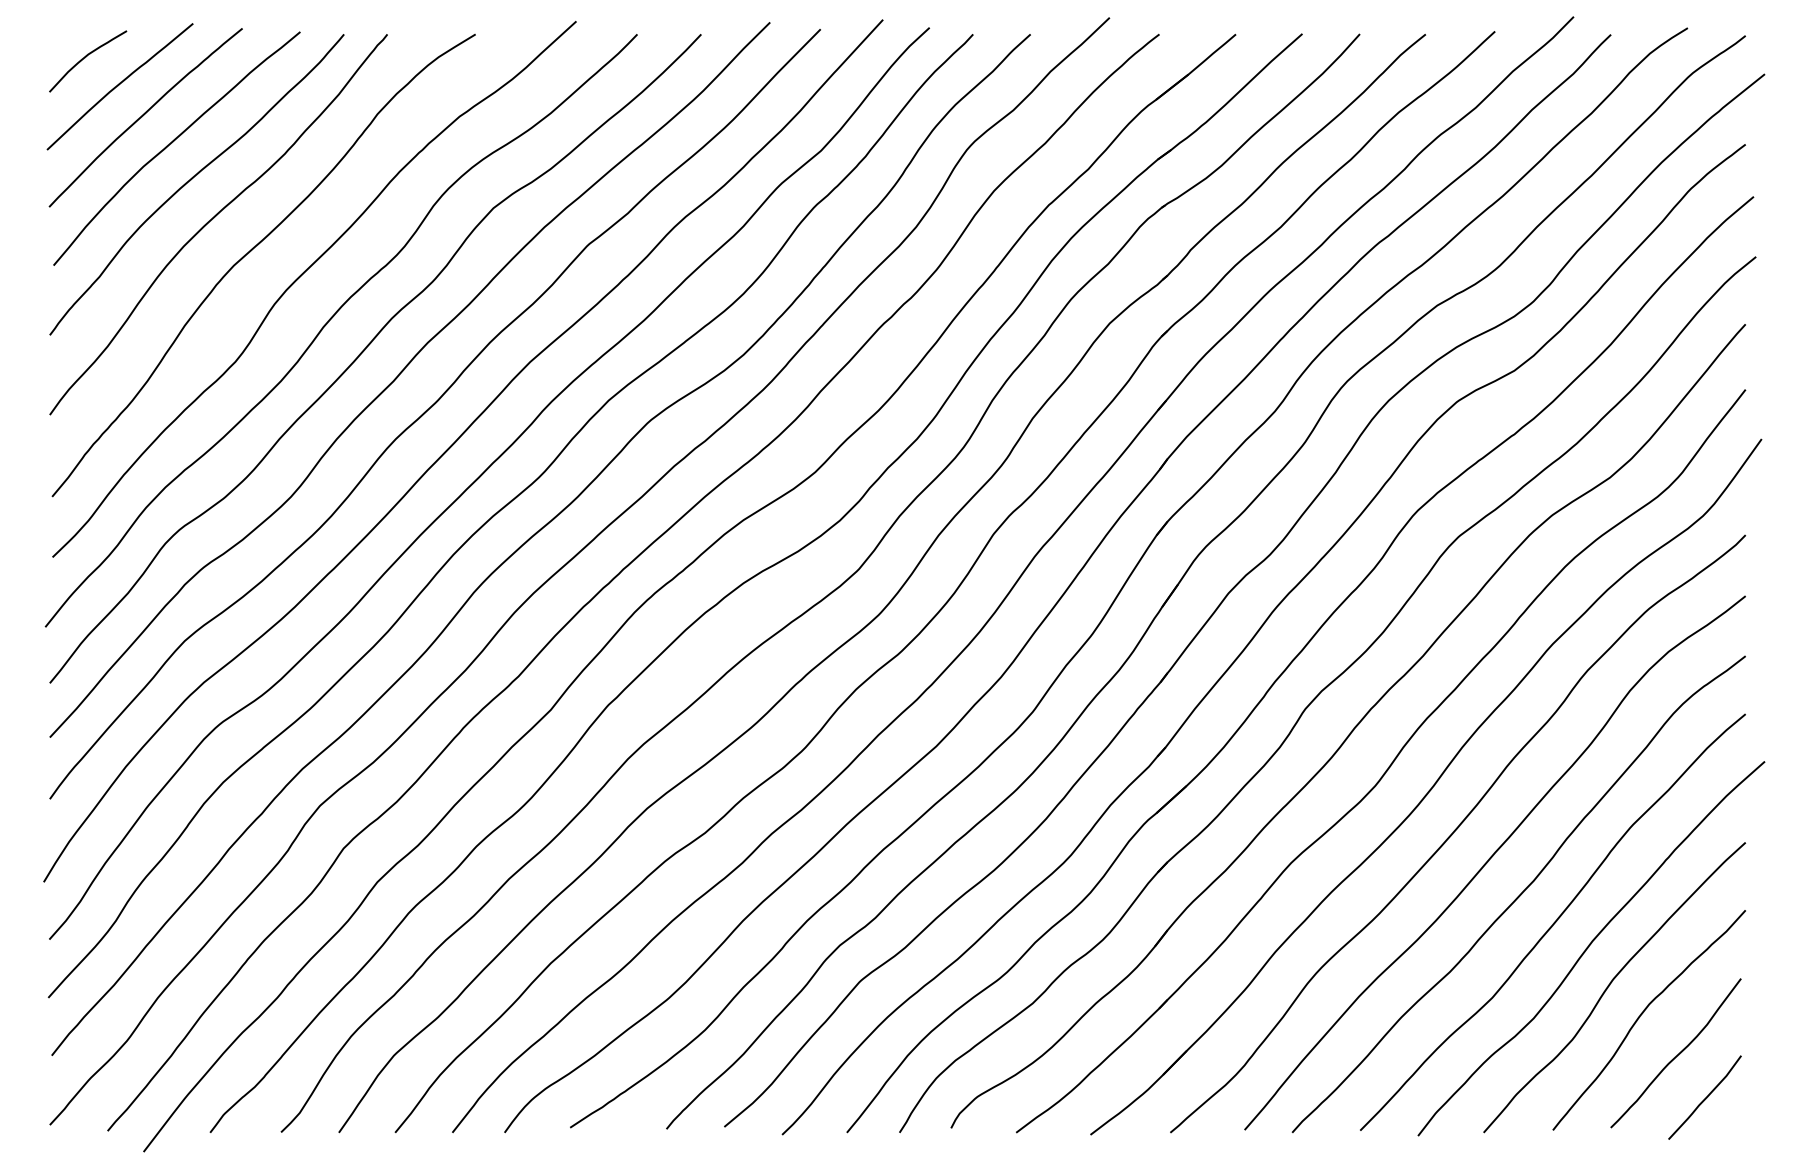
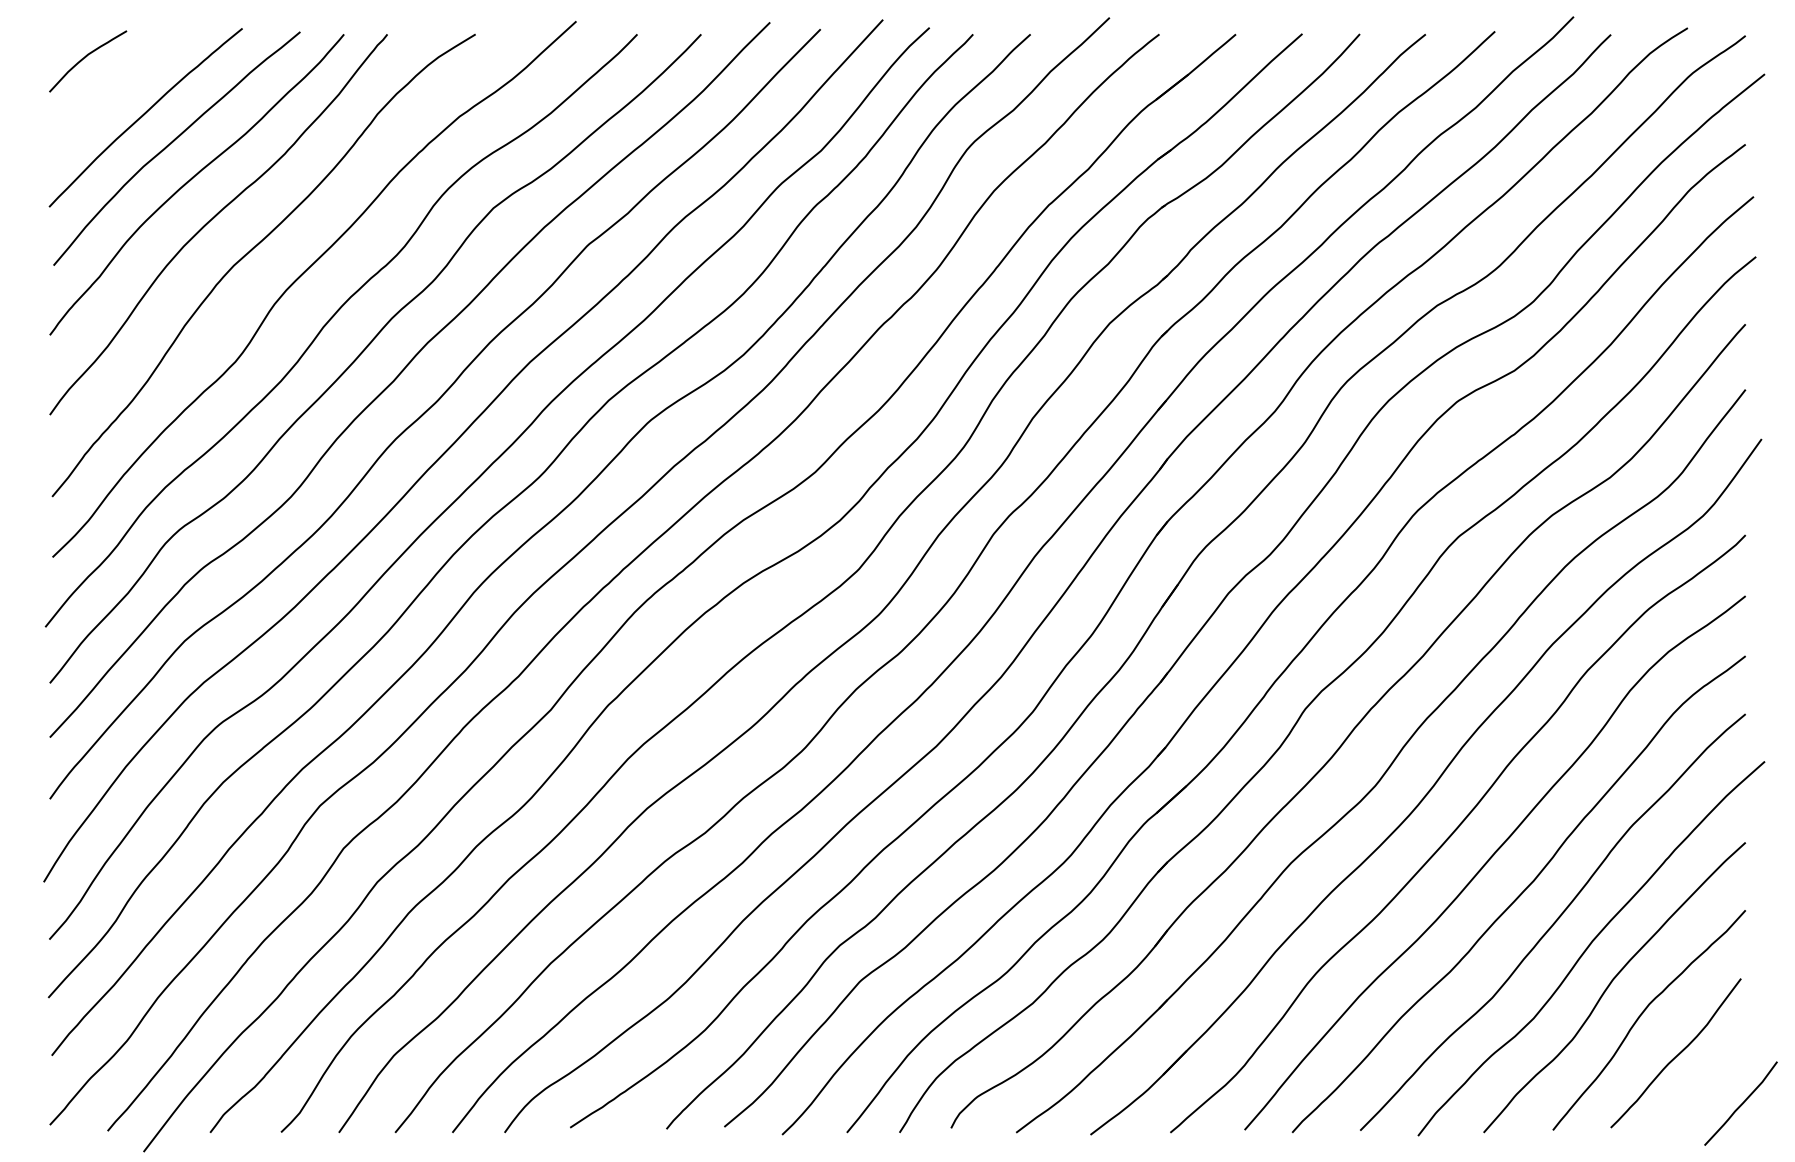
curve at (119, 85): present -> none
curve at (1705, 1097) position: (1705, 1097) -> (1741, 1103)
